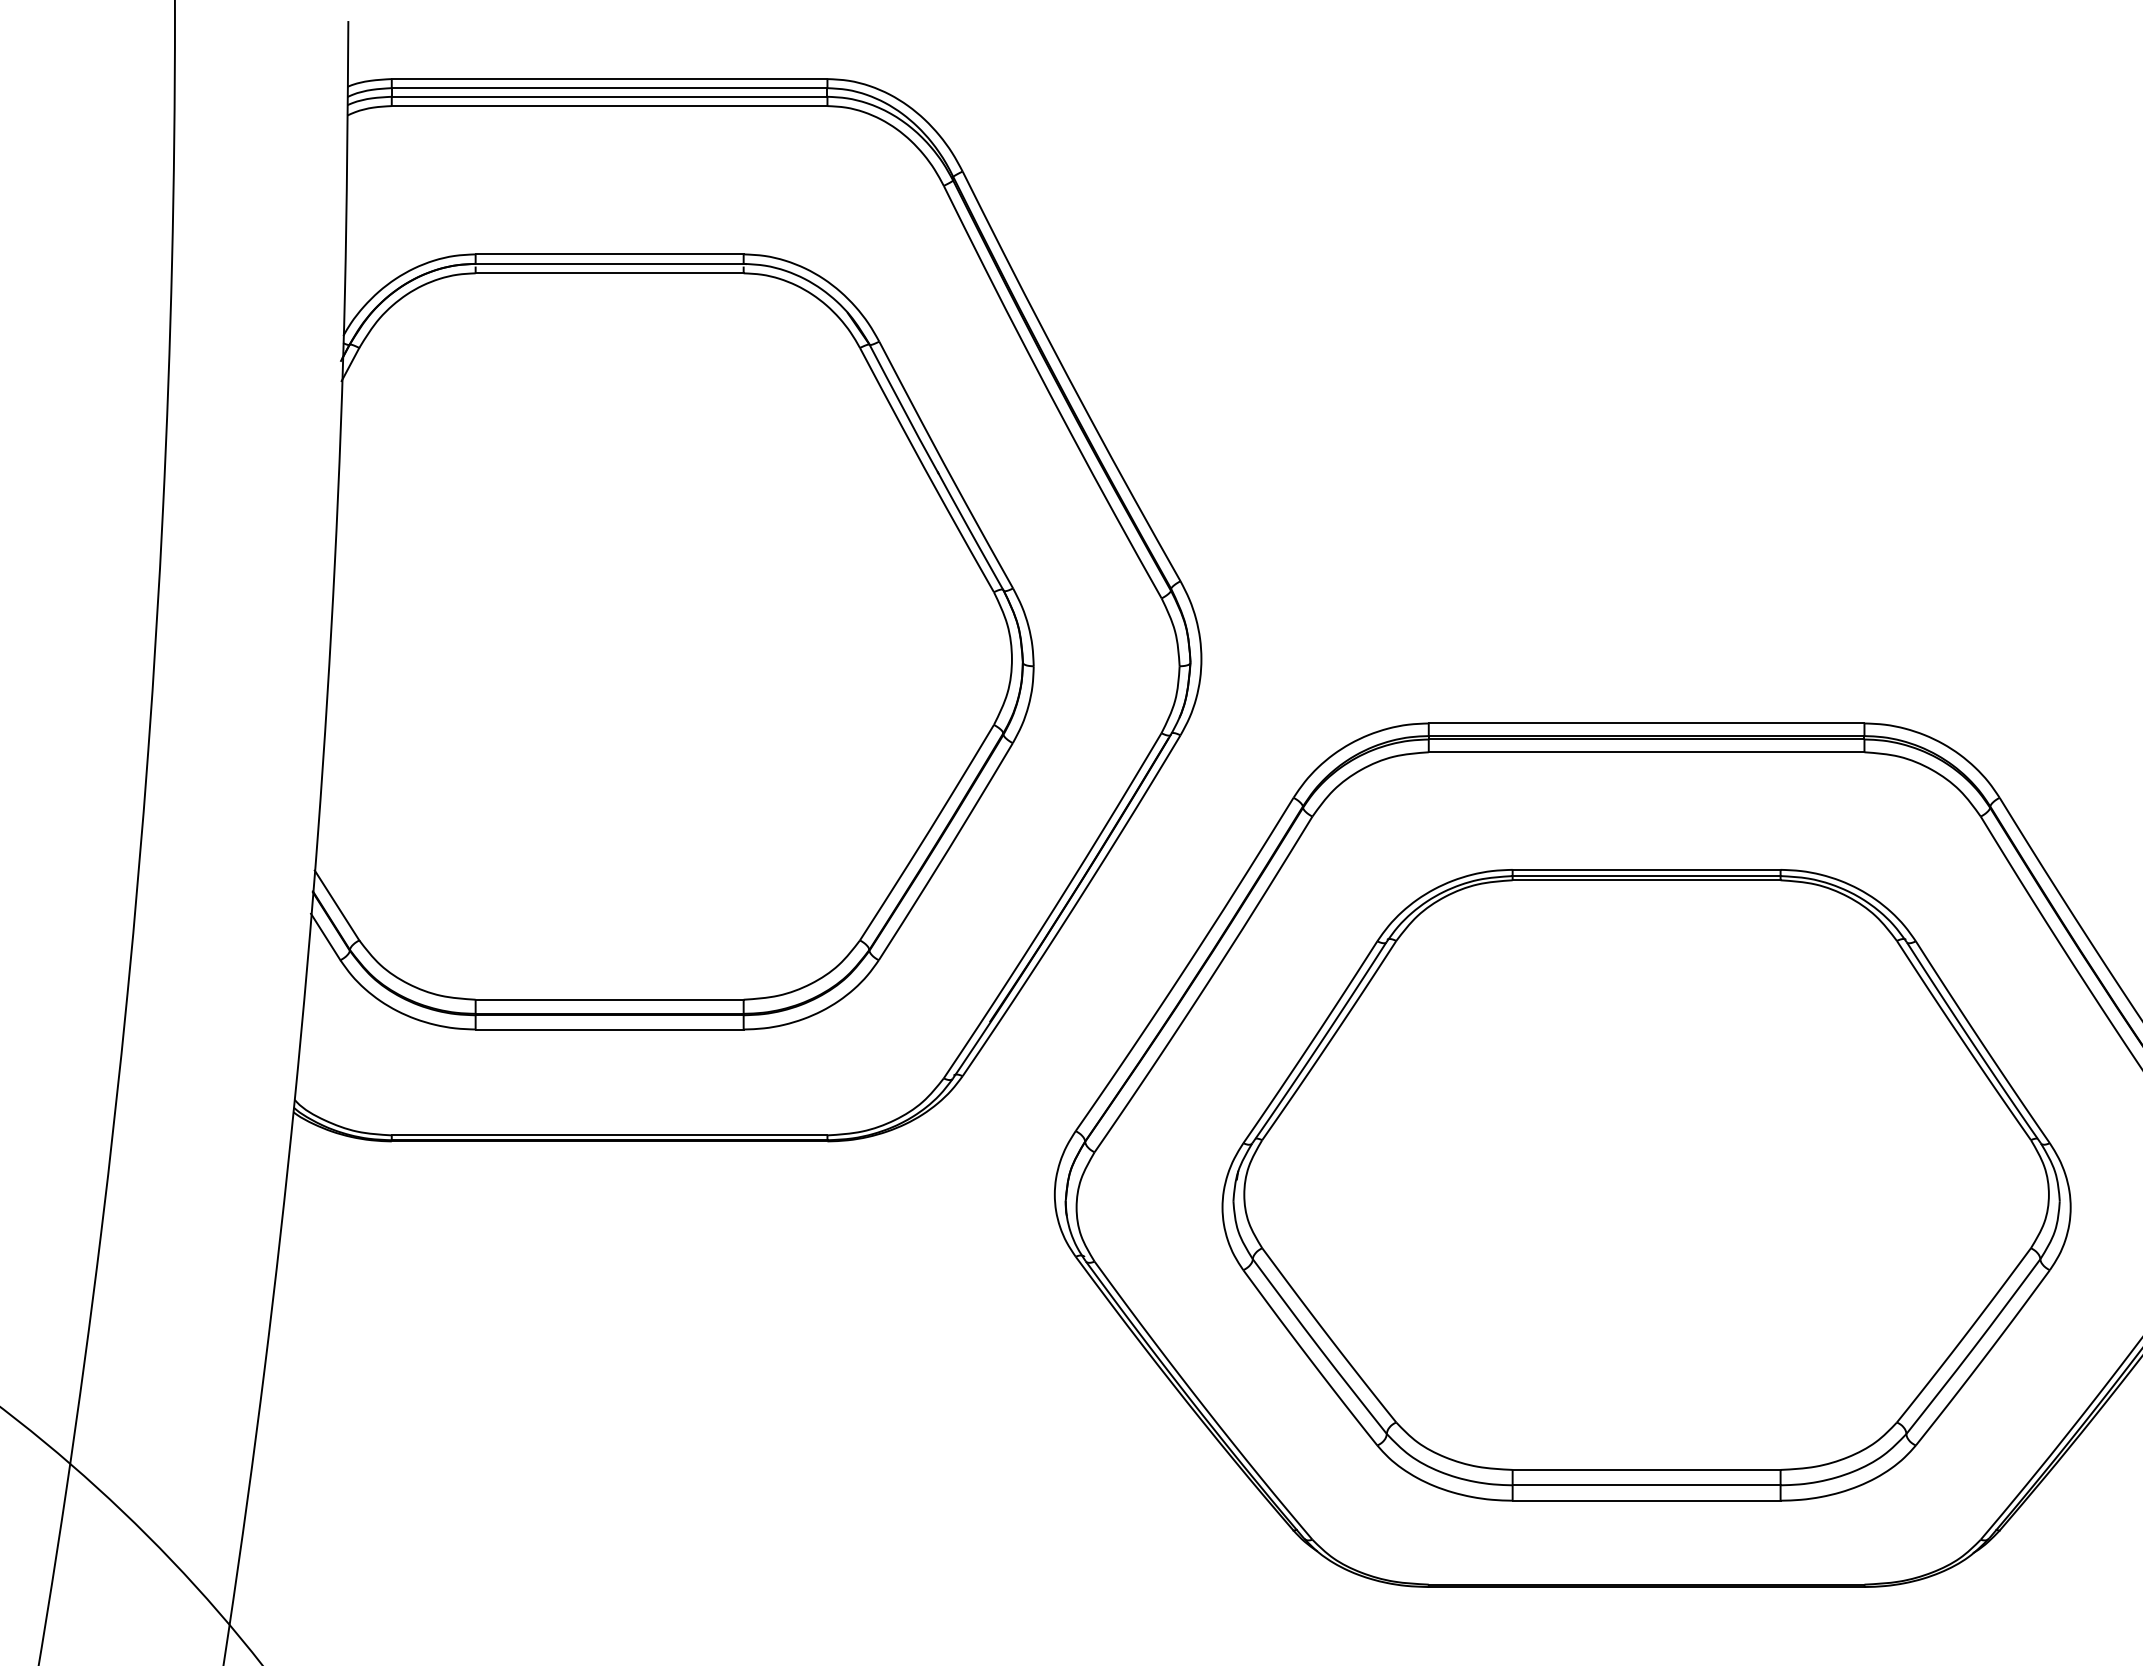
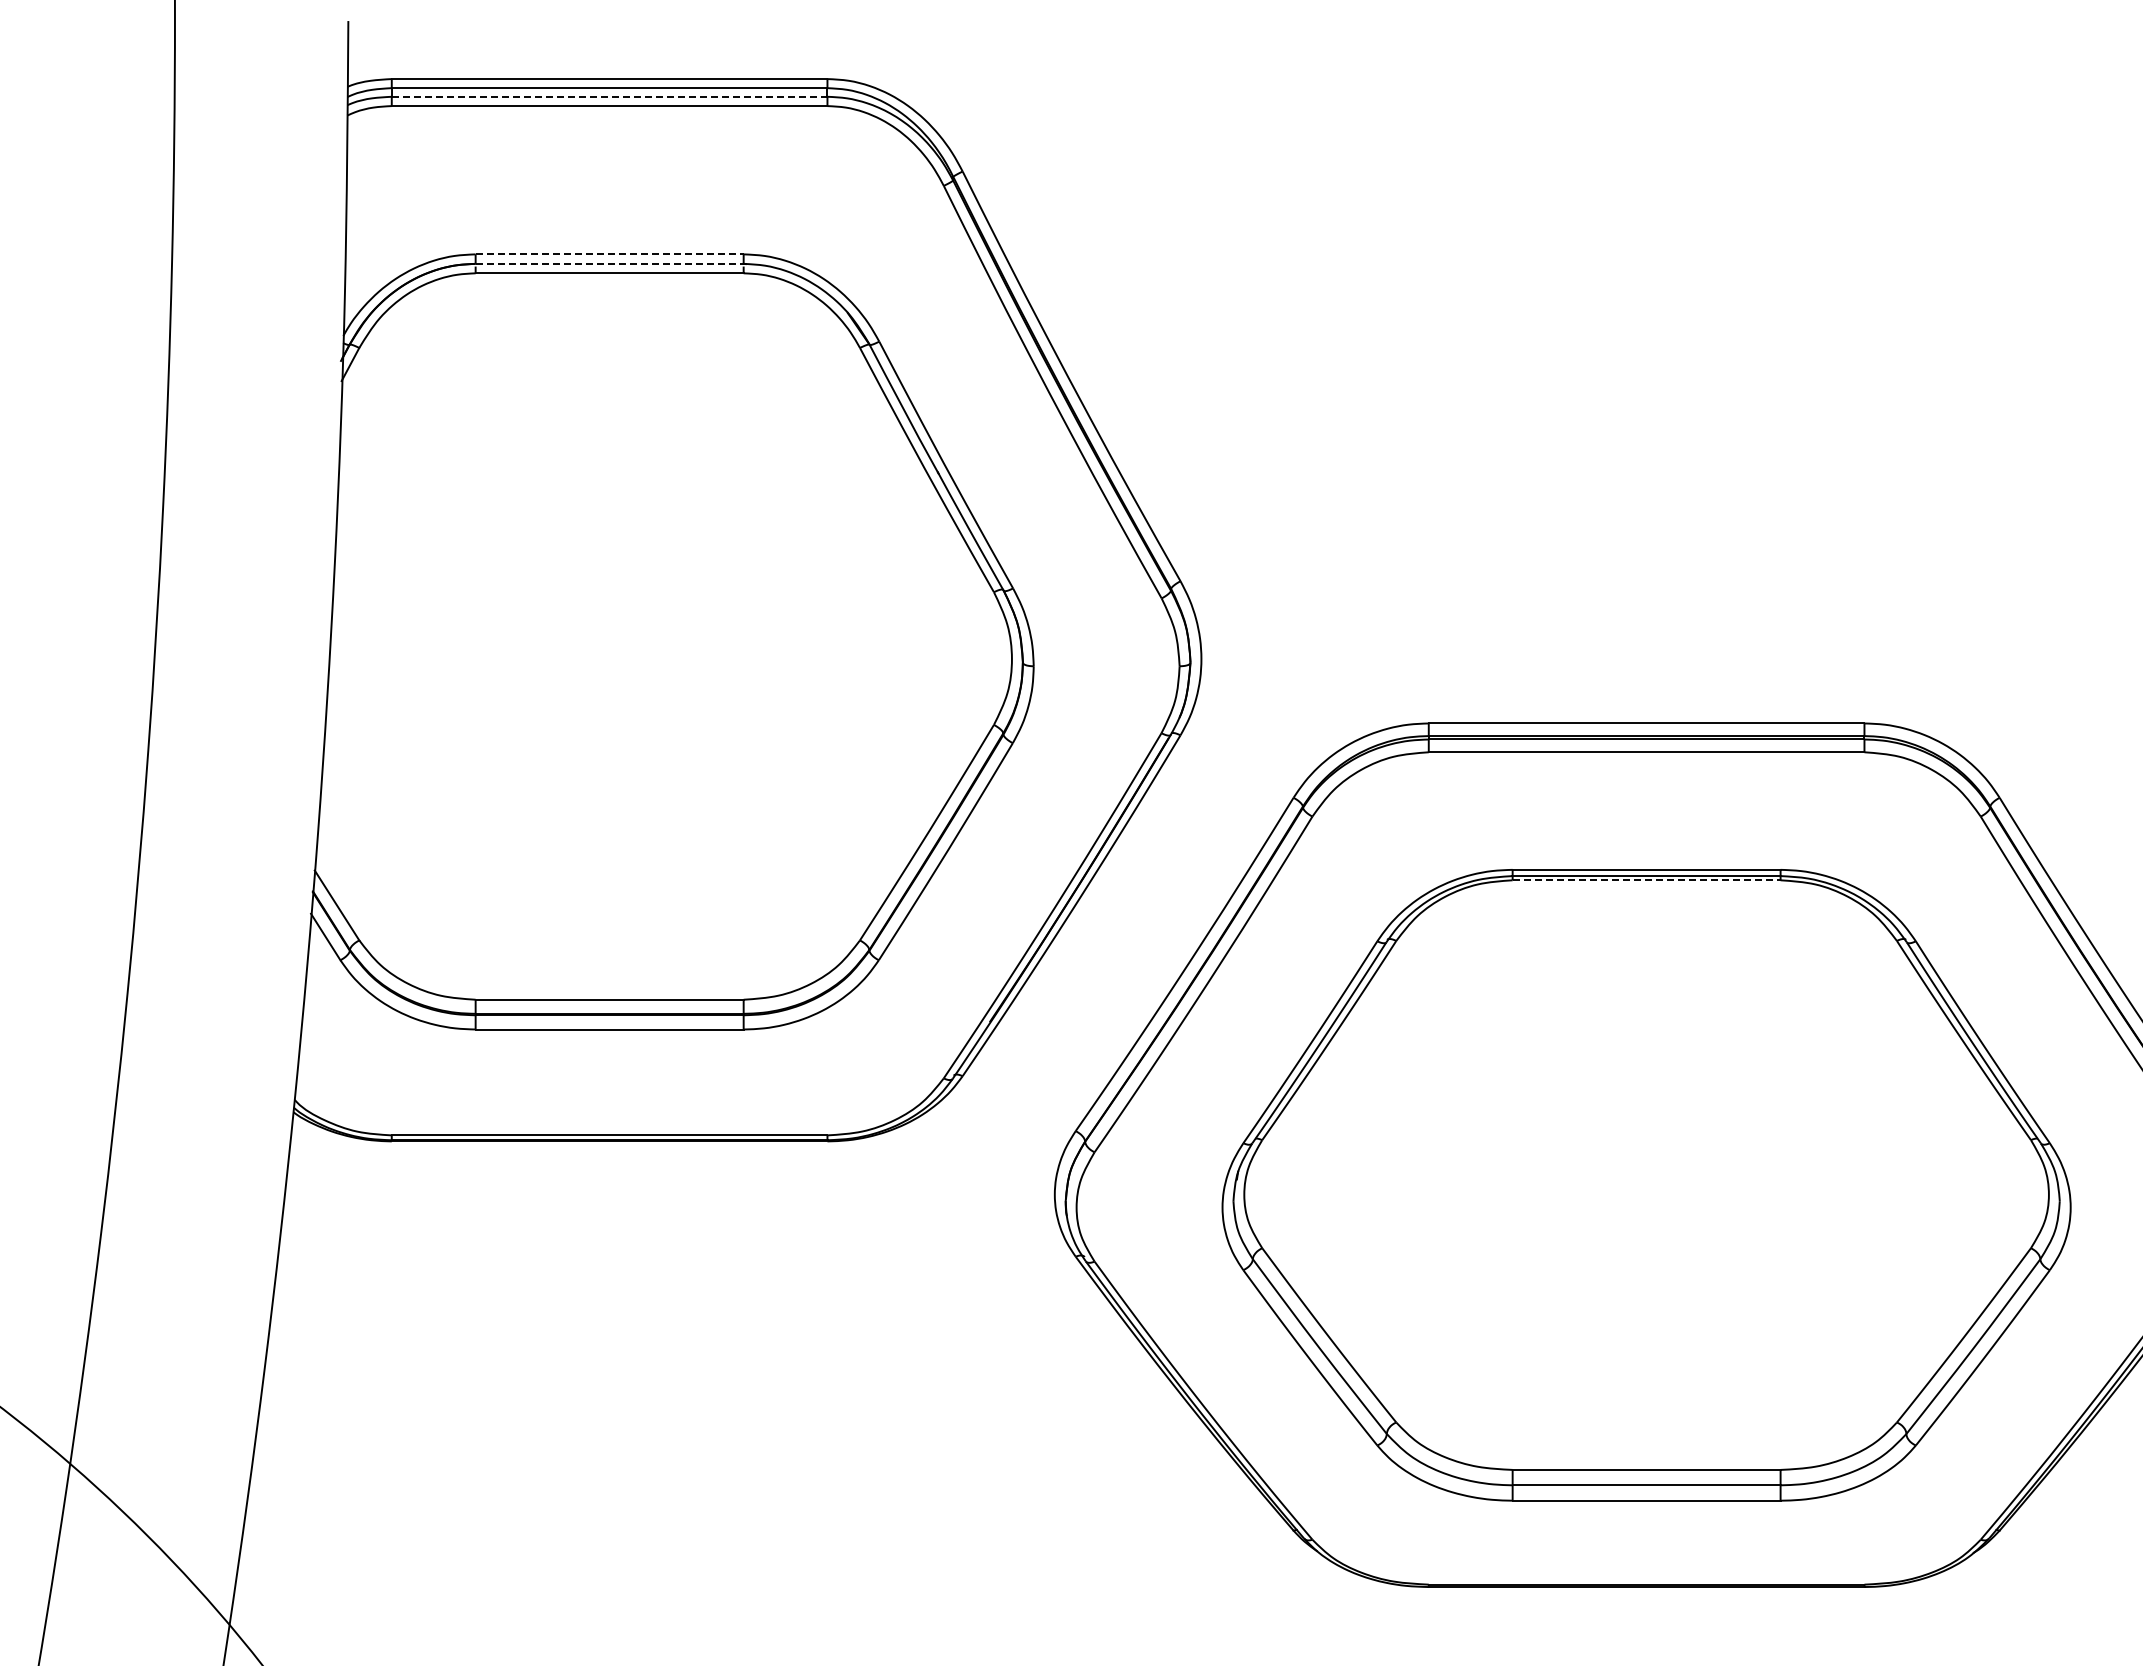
line at (609, 96): solid -> dashed
line at (610, 254): solid -> dashed
line at (610, 264): solid -> dashed
line at (1646, 880): solid -> dashed
